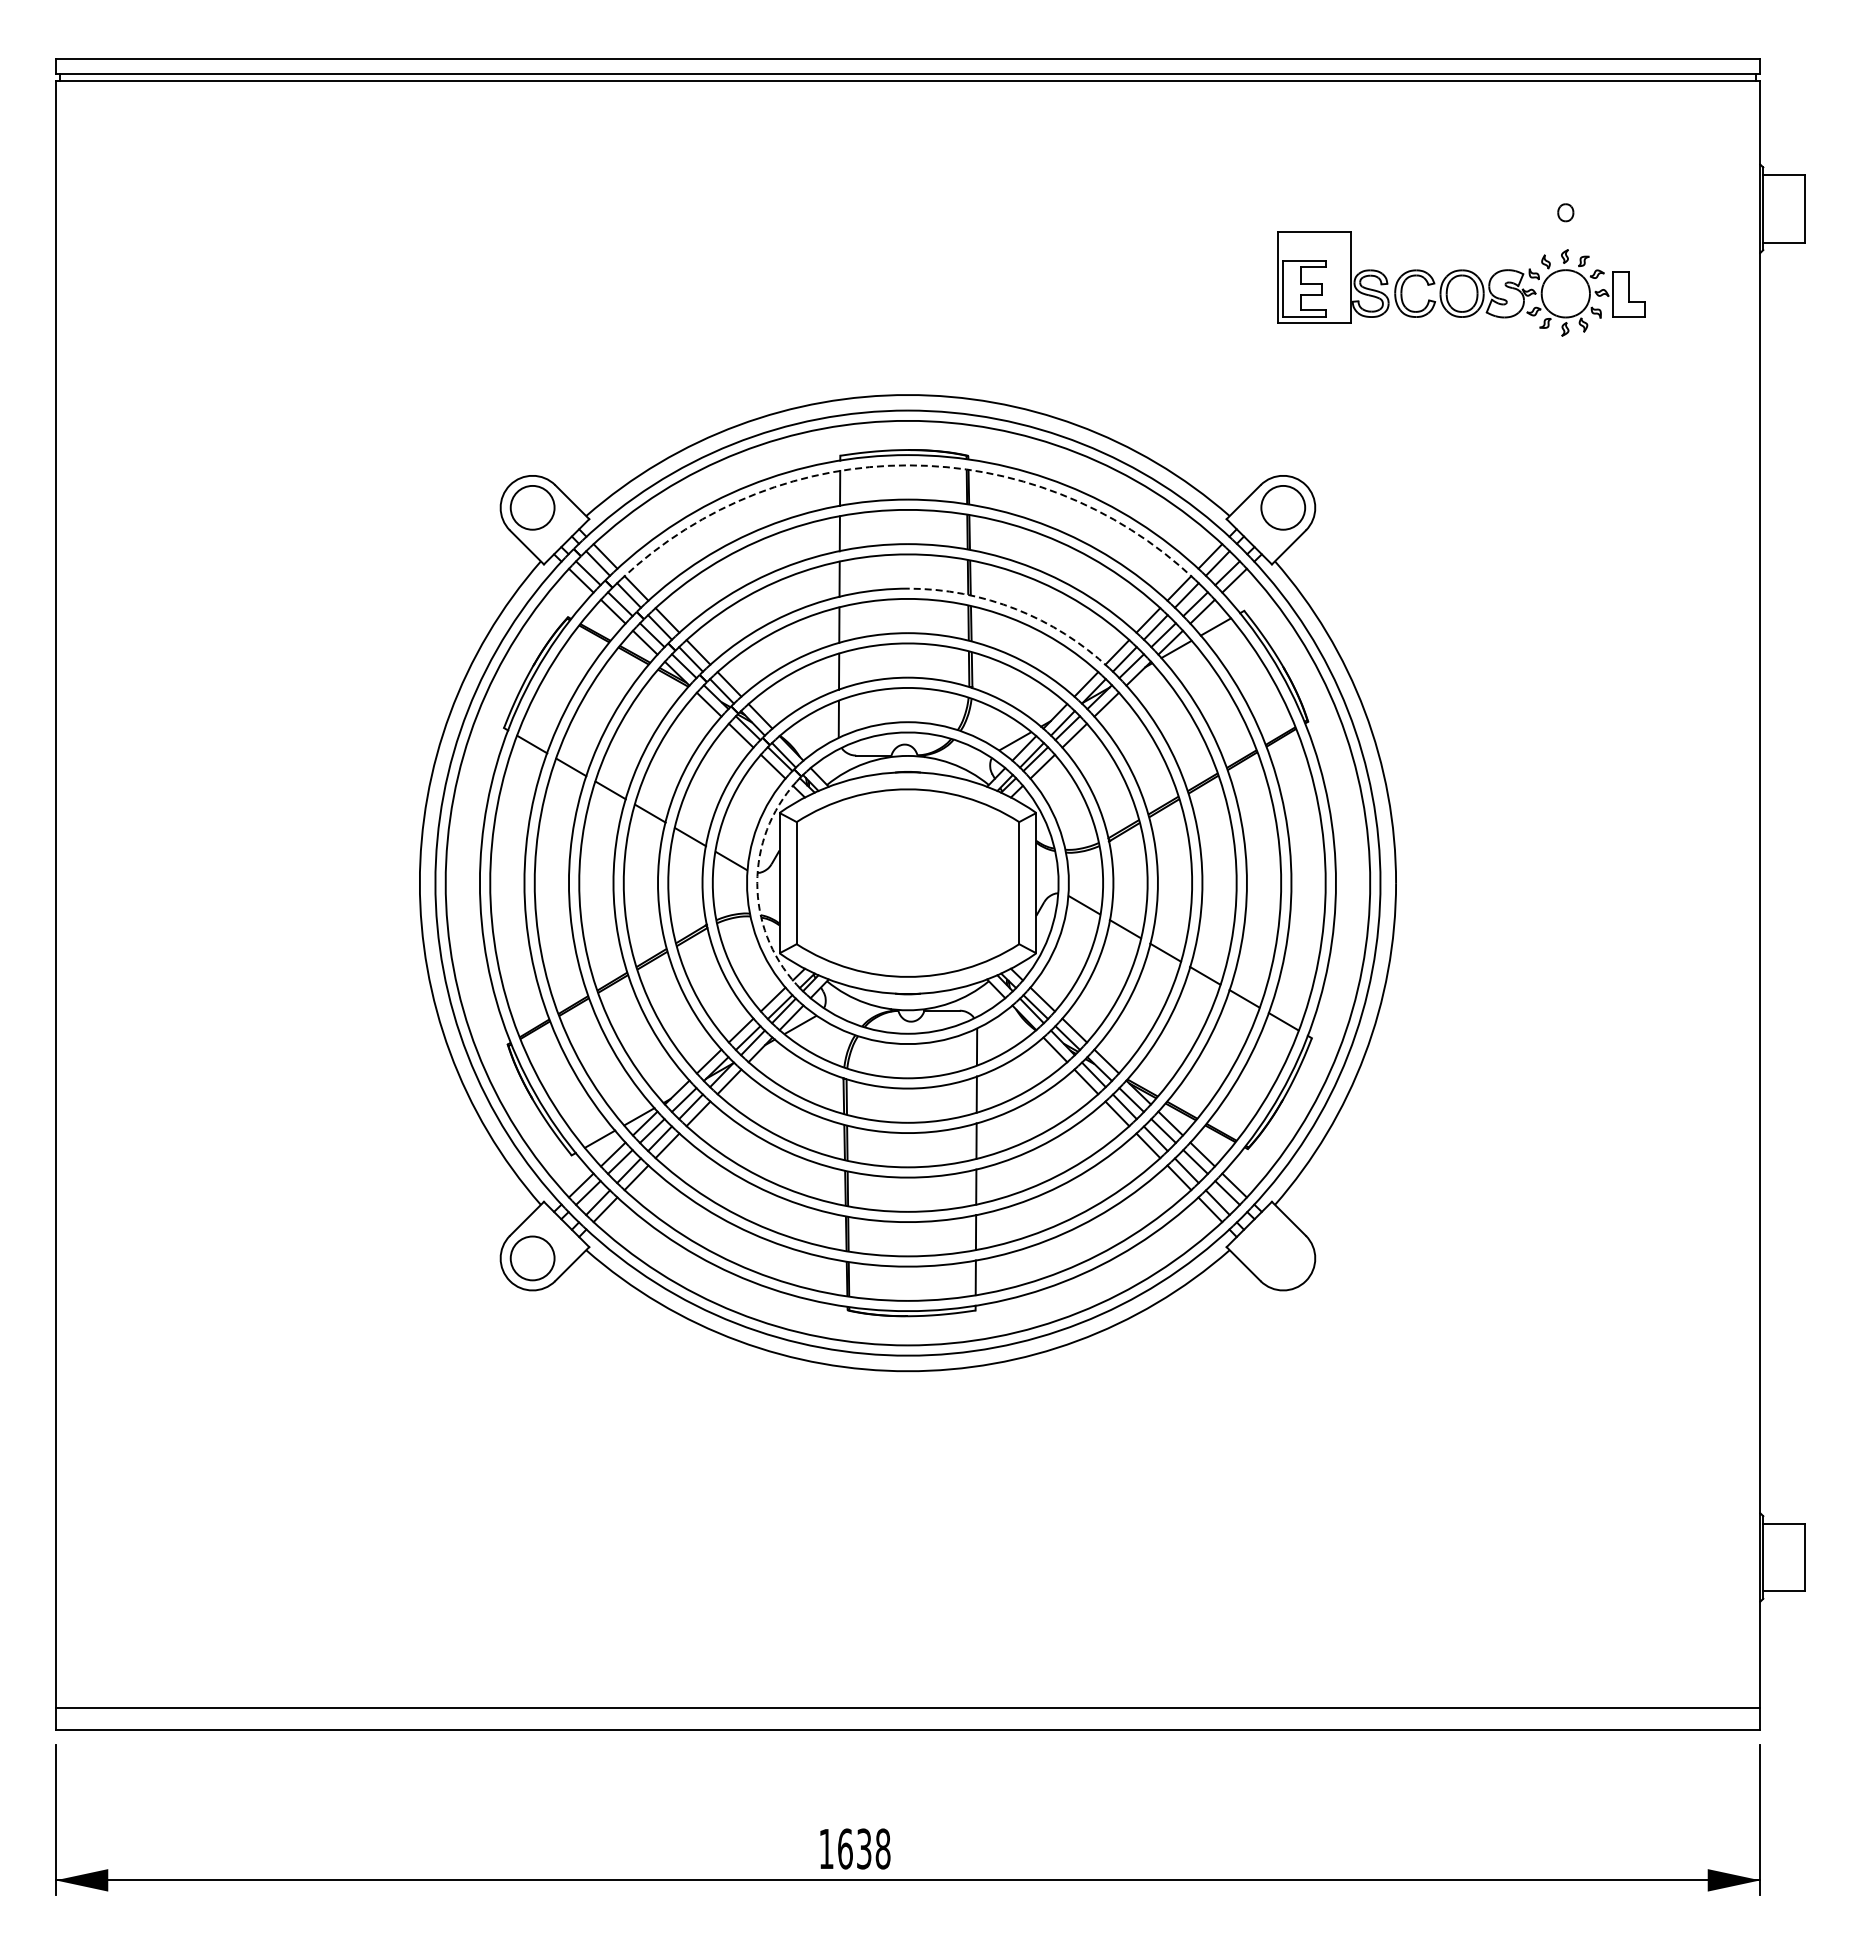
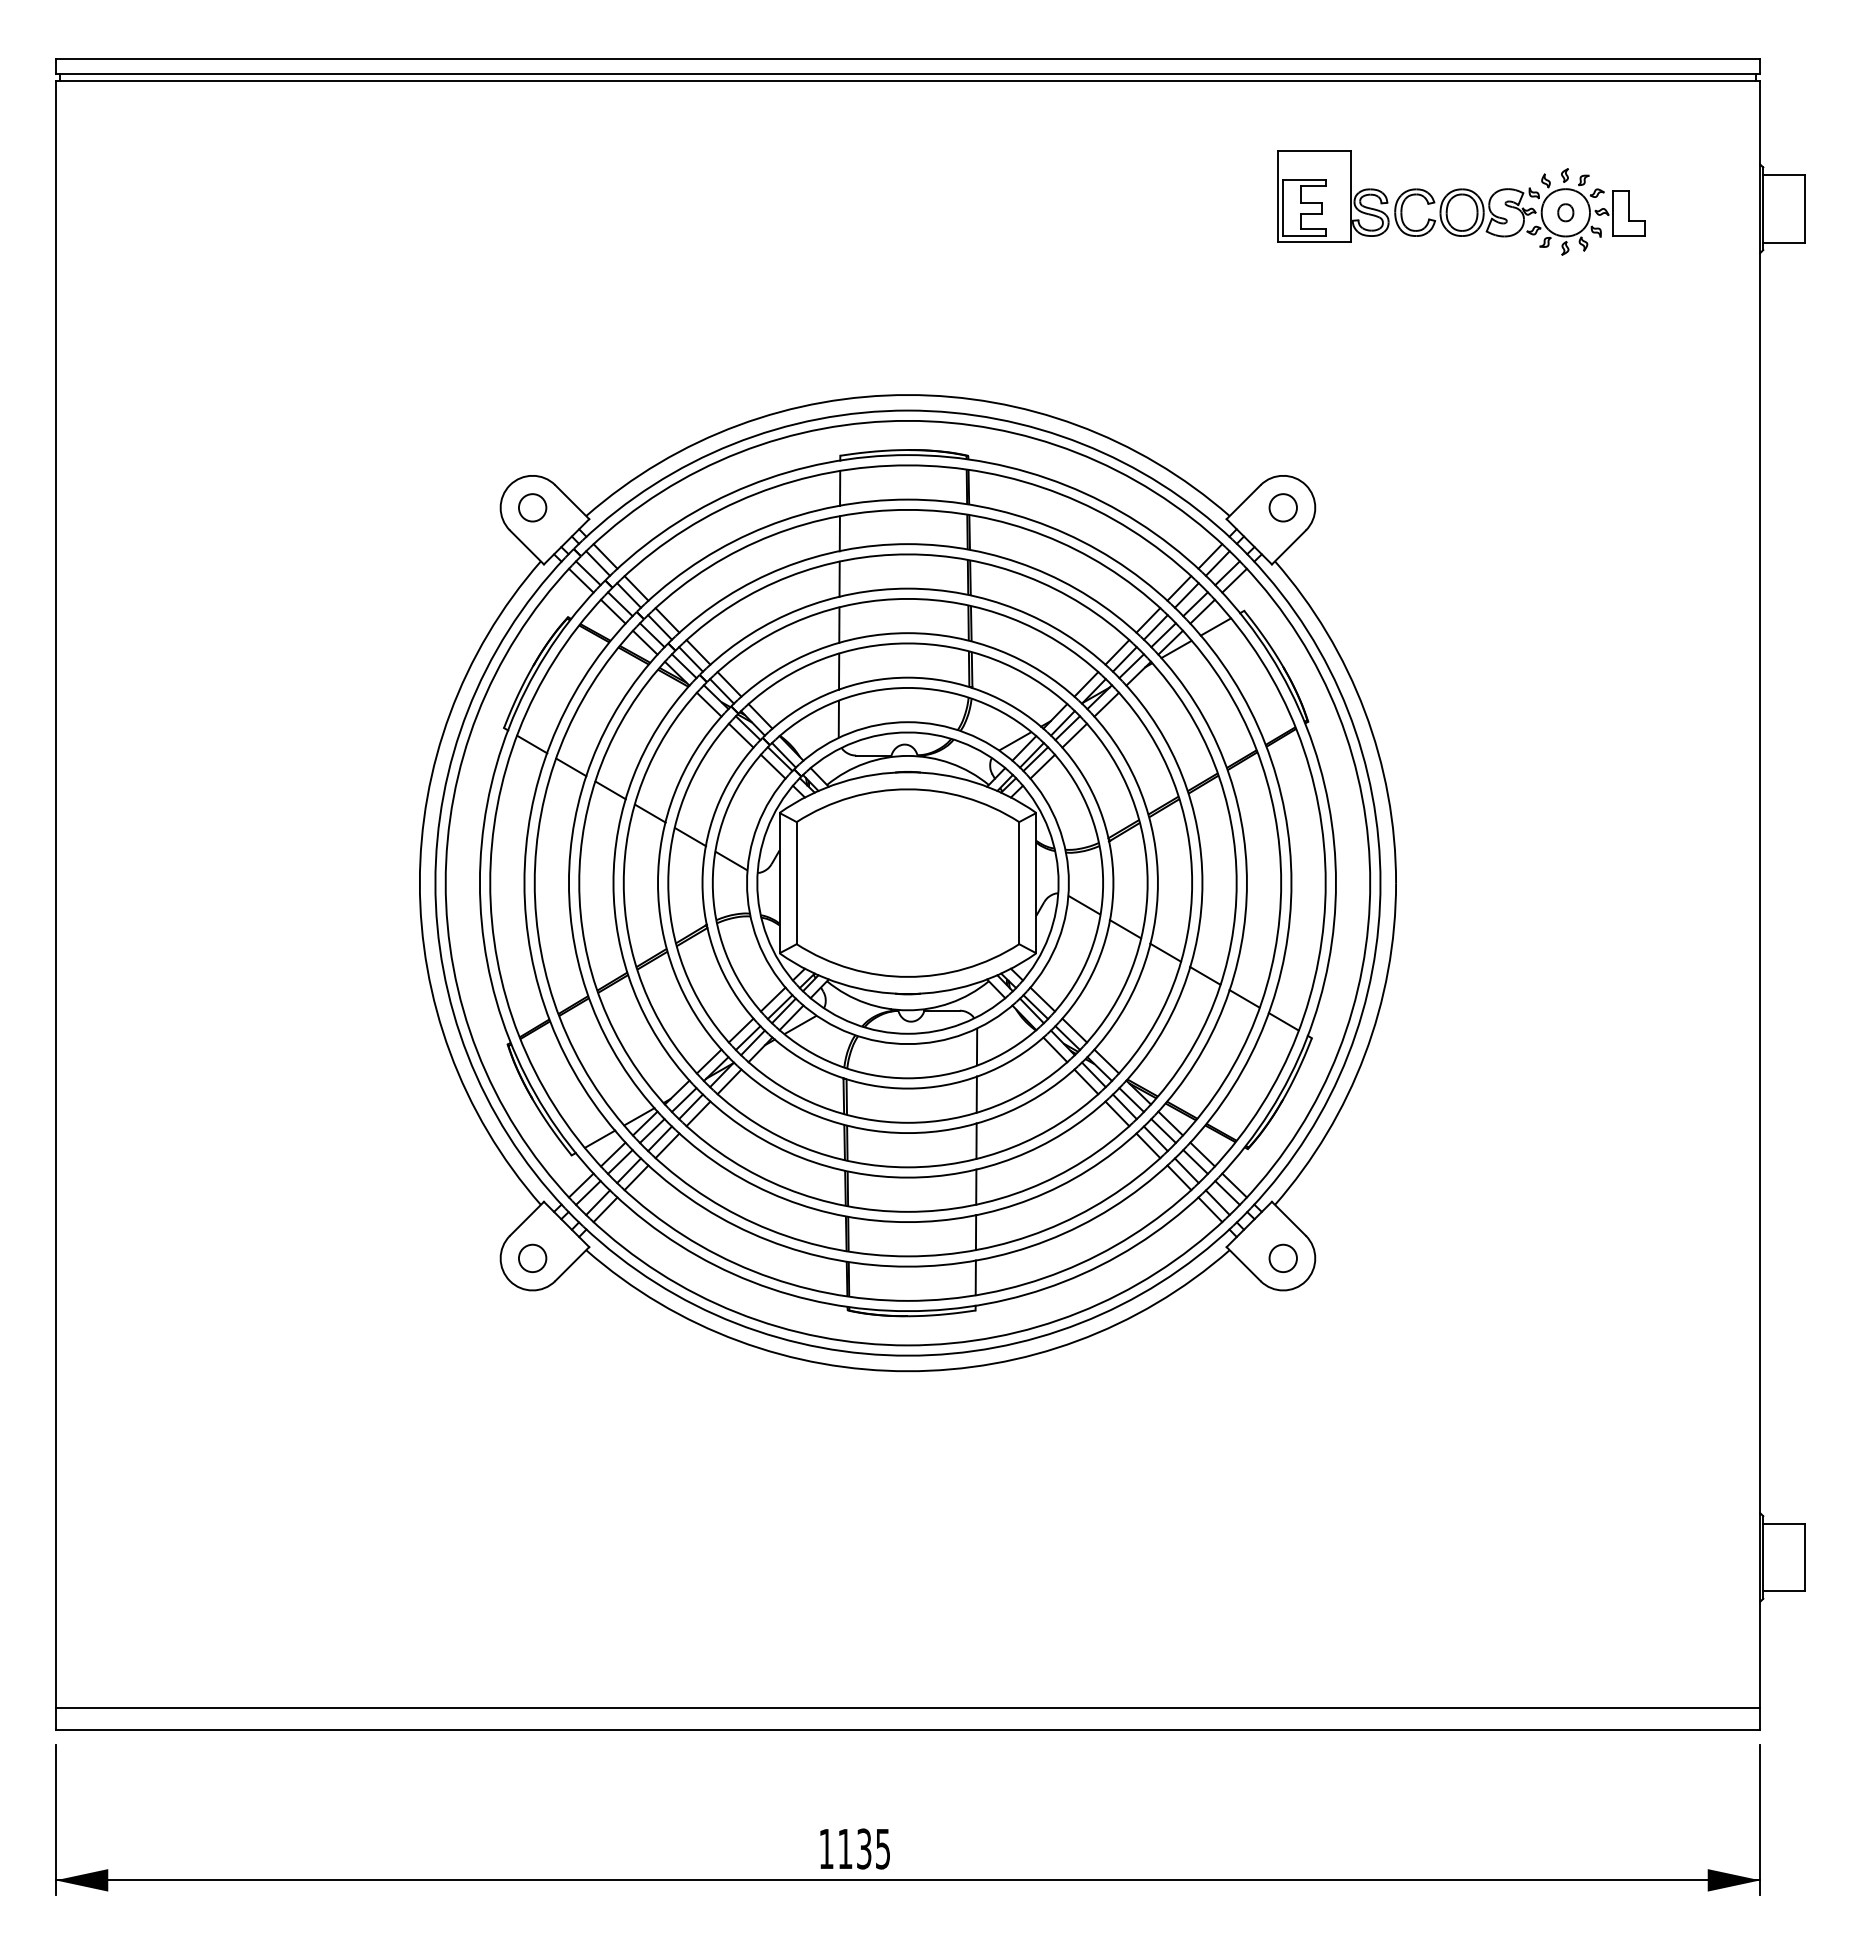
part at (1461, 283) position: (1461, 283) -> (1461, 202)
arc at (908, 465): dashed -> solid
circle at (532, 507) diameter: 44 px -> 27 px
circle at (1283, 507) diameter: 44 px -> 27 px
arc at (1016, 609): dashed -> solid
arc at (757, 883): dashed -> solid
circle at (1282, 1257): none -> present
circle at (532, 1258) diameter: 44 px -> 27 px
text at (864, 1848): 1638 -> 1135
